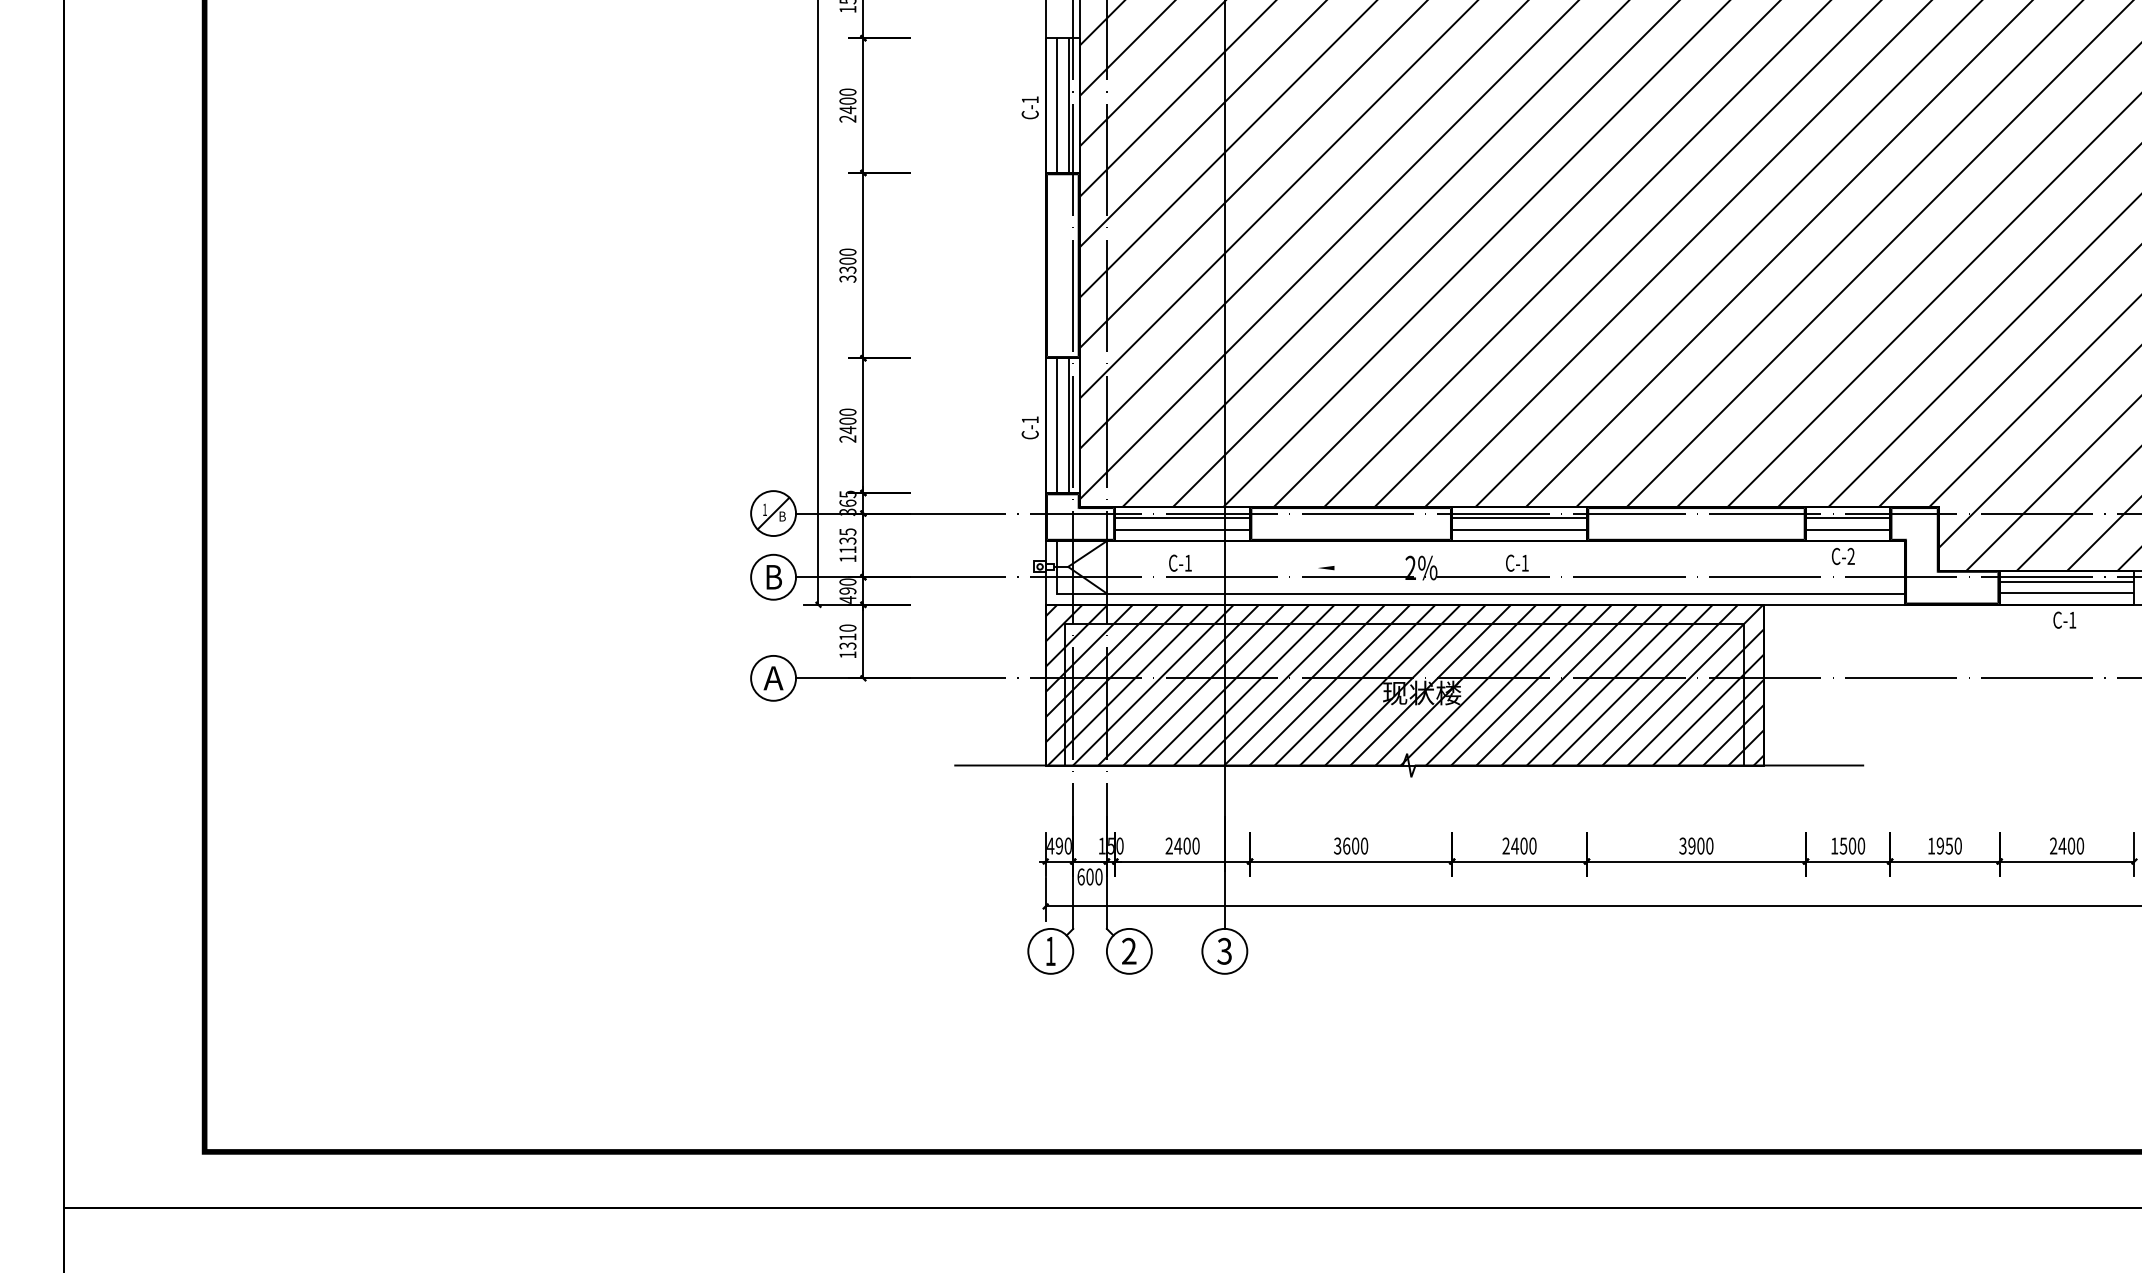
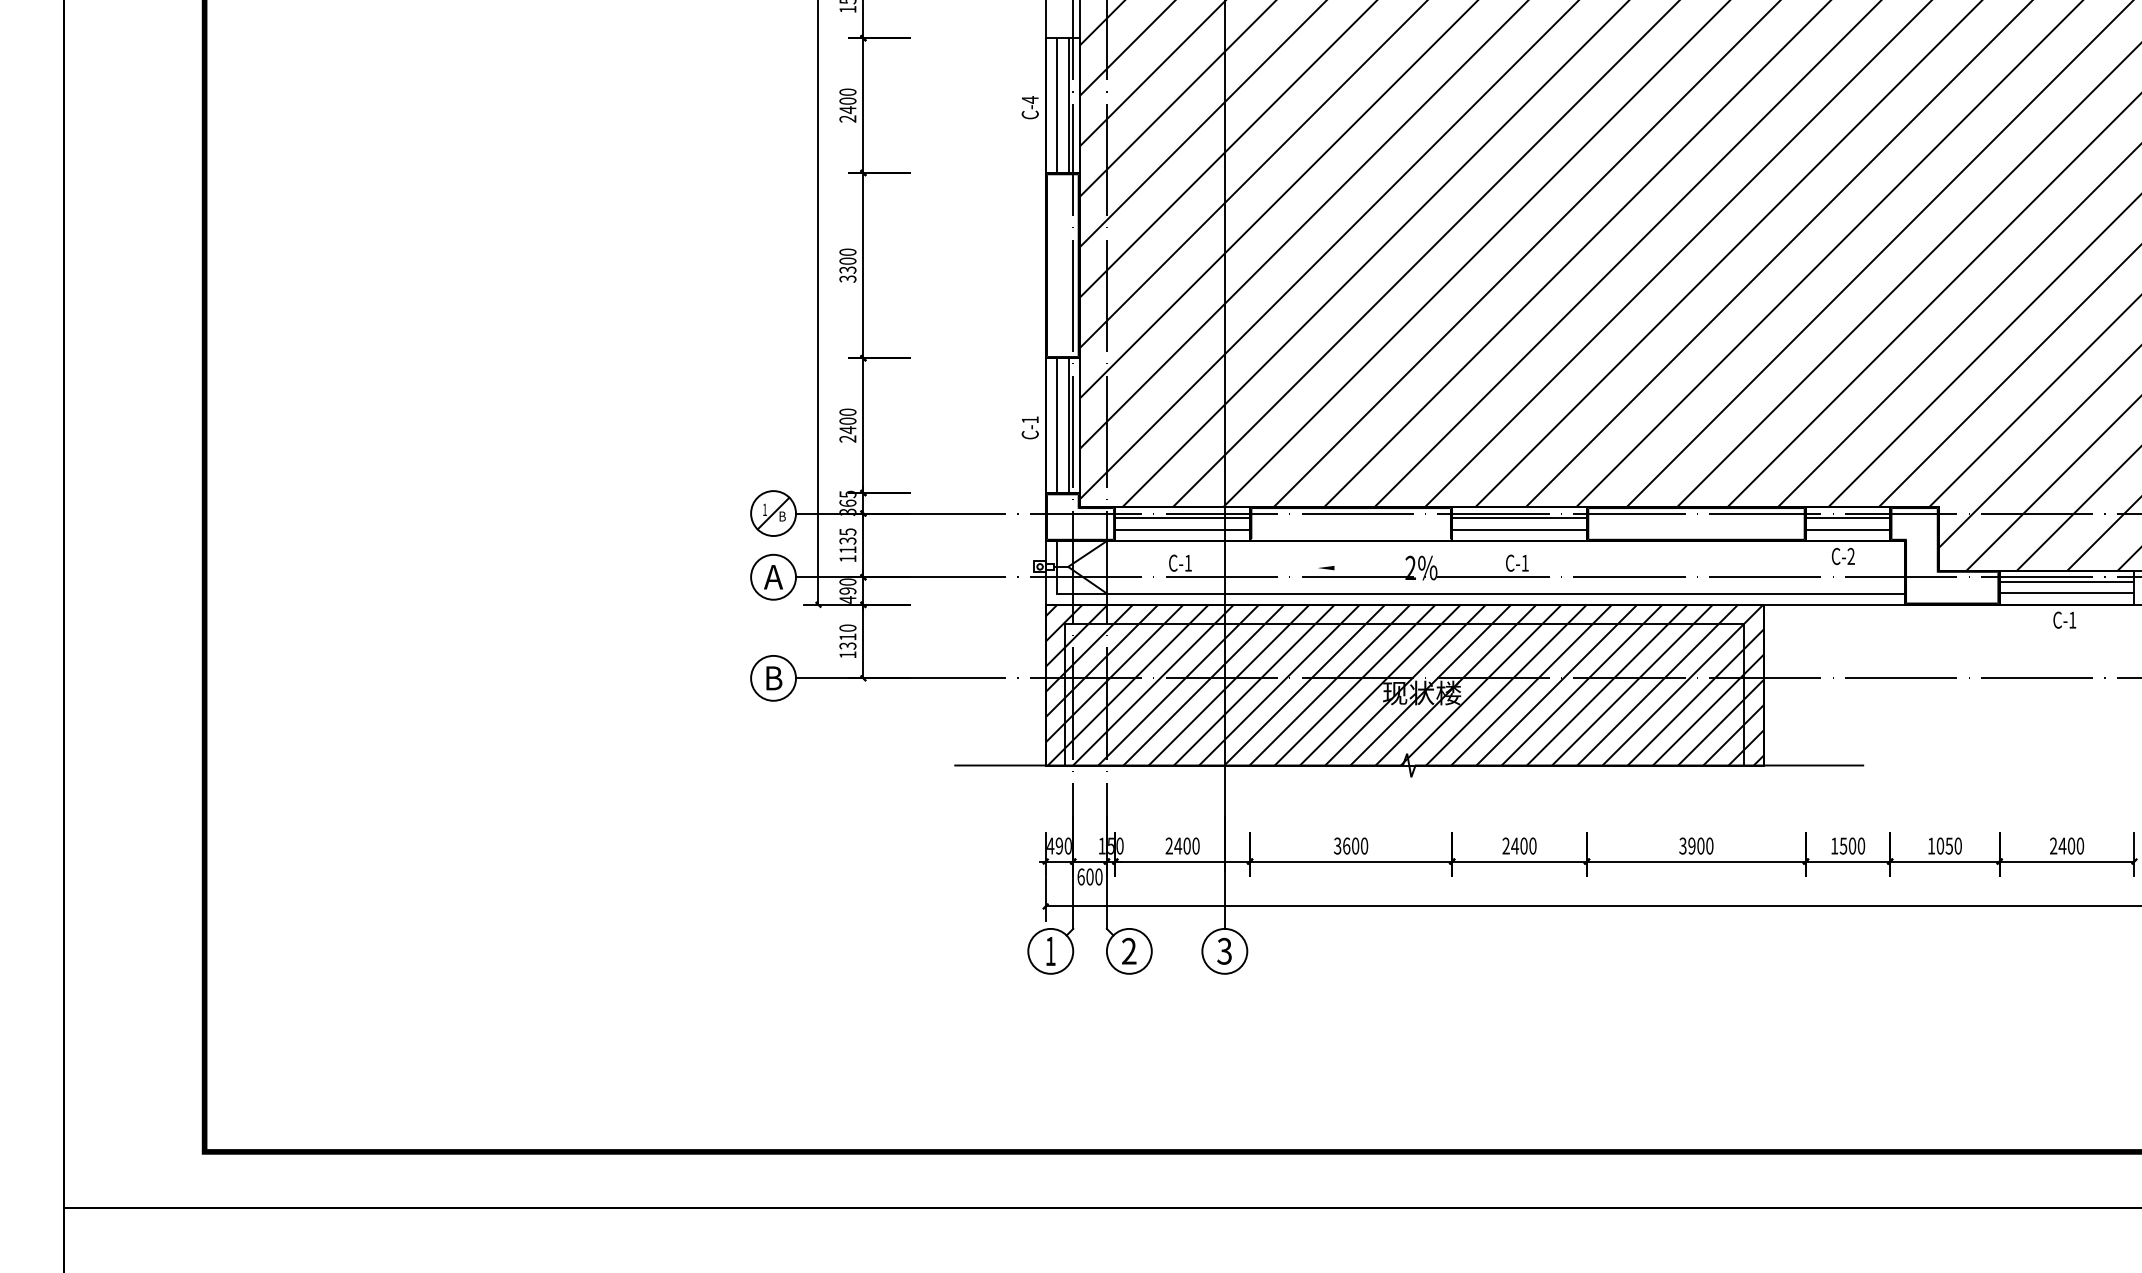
text at (1030, 99): C-1 -> C-4
fill at (1351, 539): present -> none
text at (773, 577): B -> A
text at (773, 678): A -> B
text at (1940, 845): 1950 -> 1050
